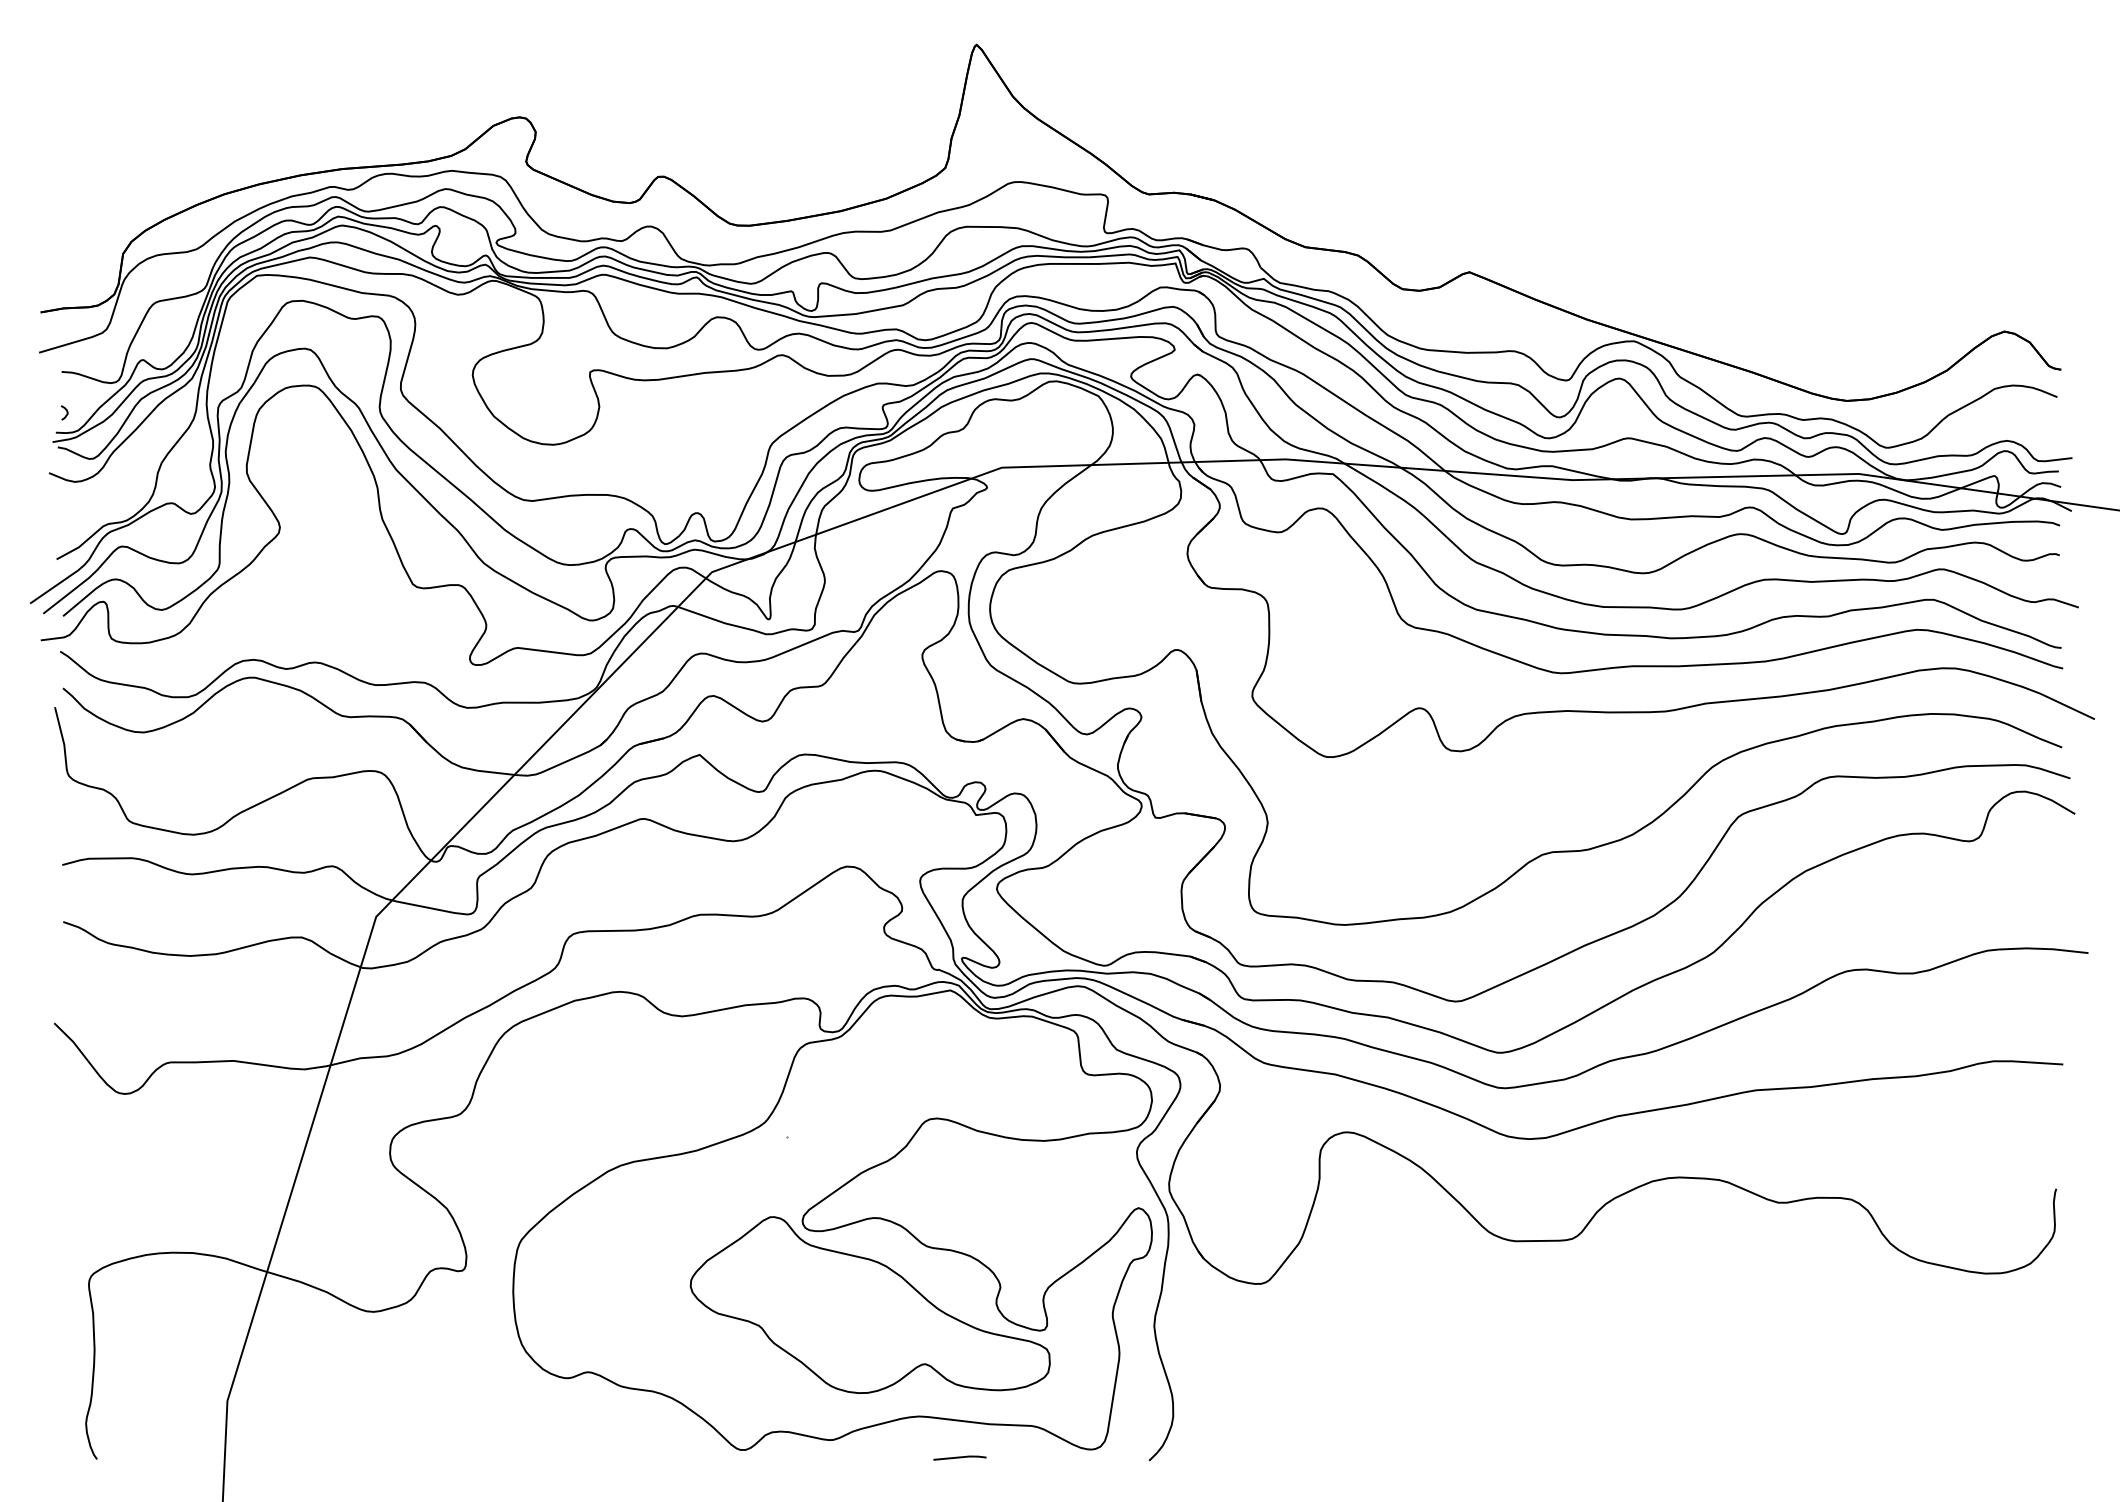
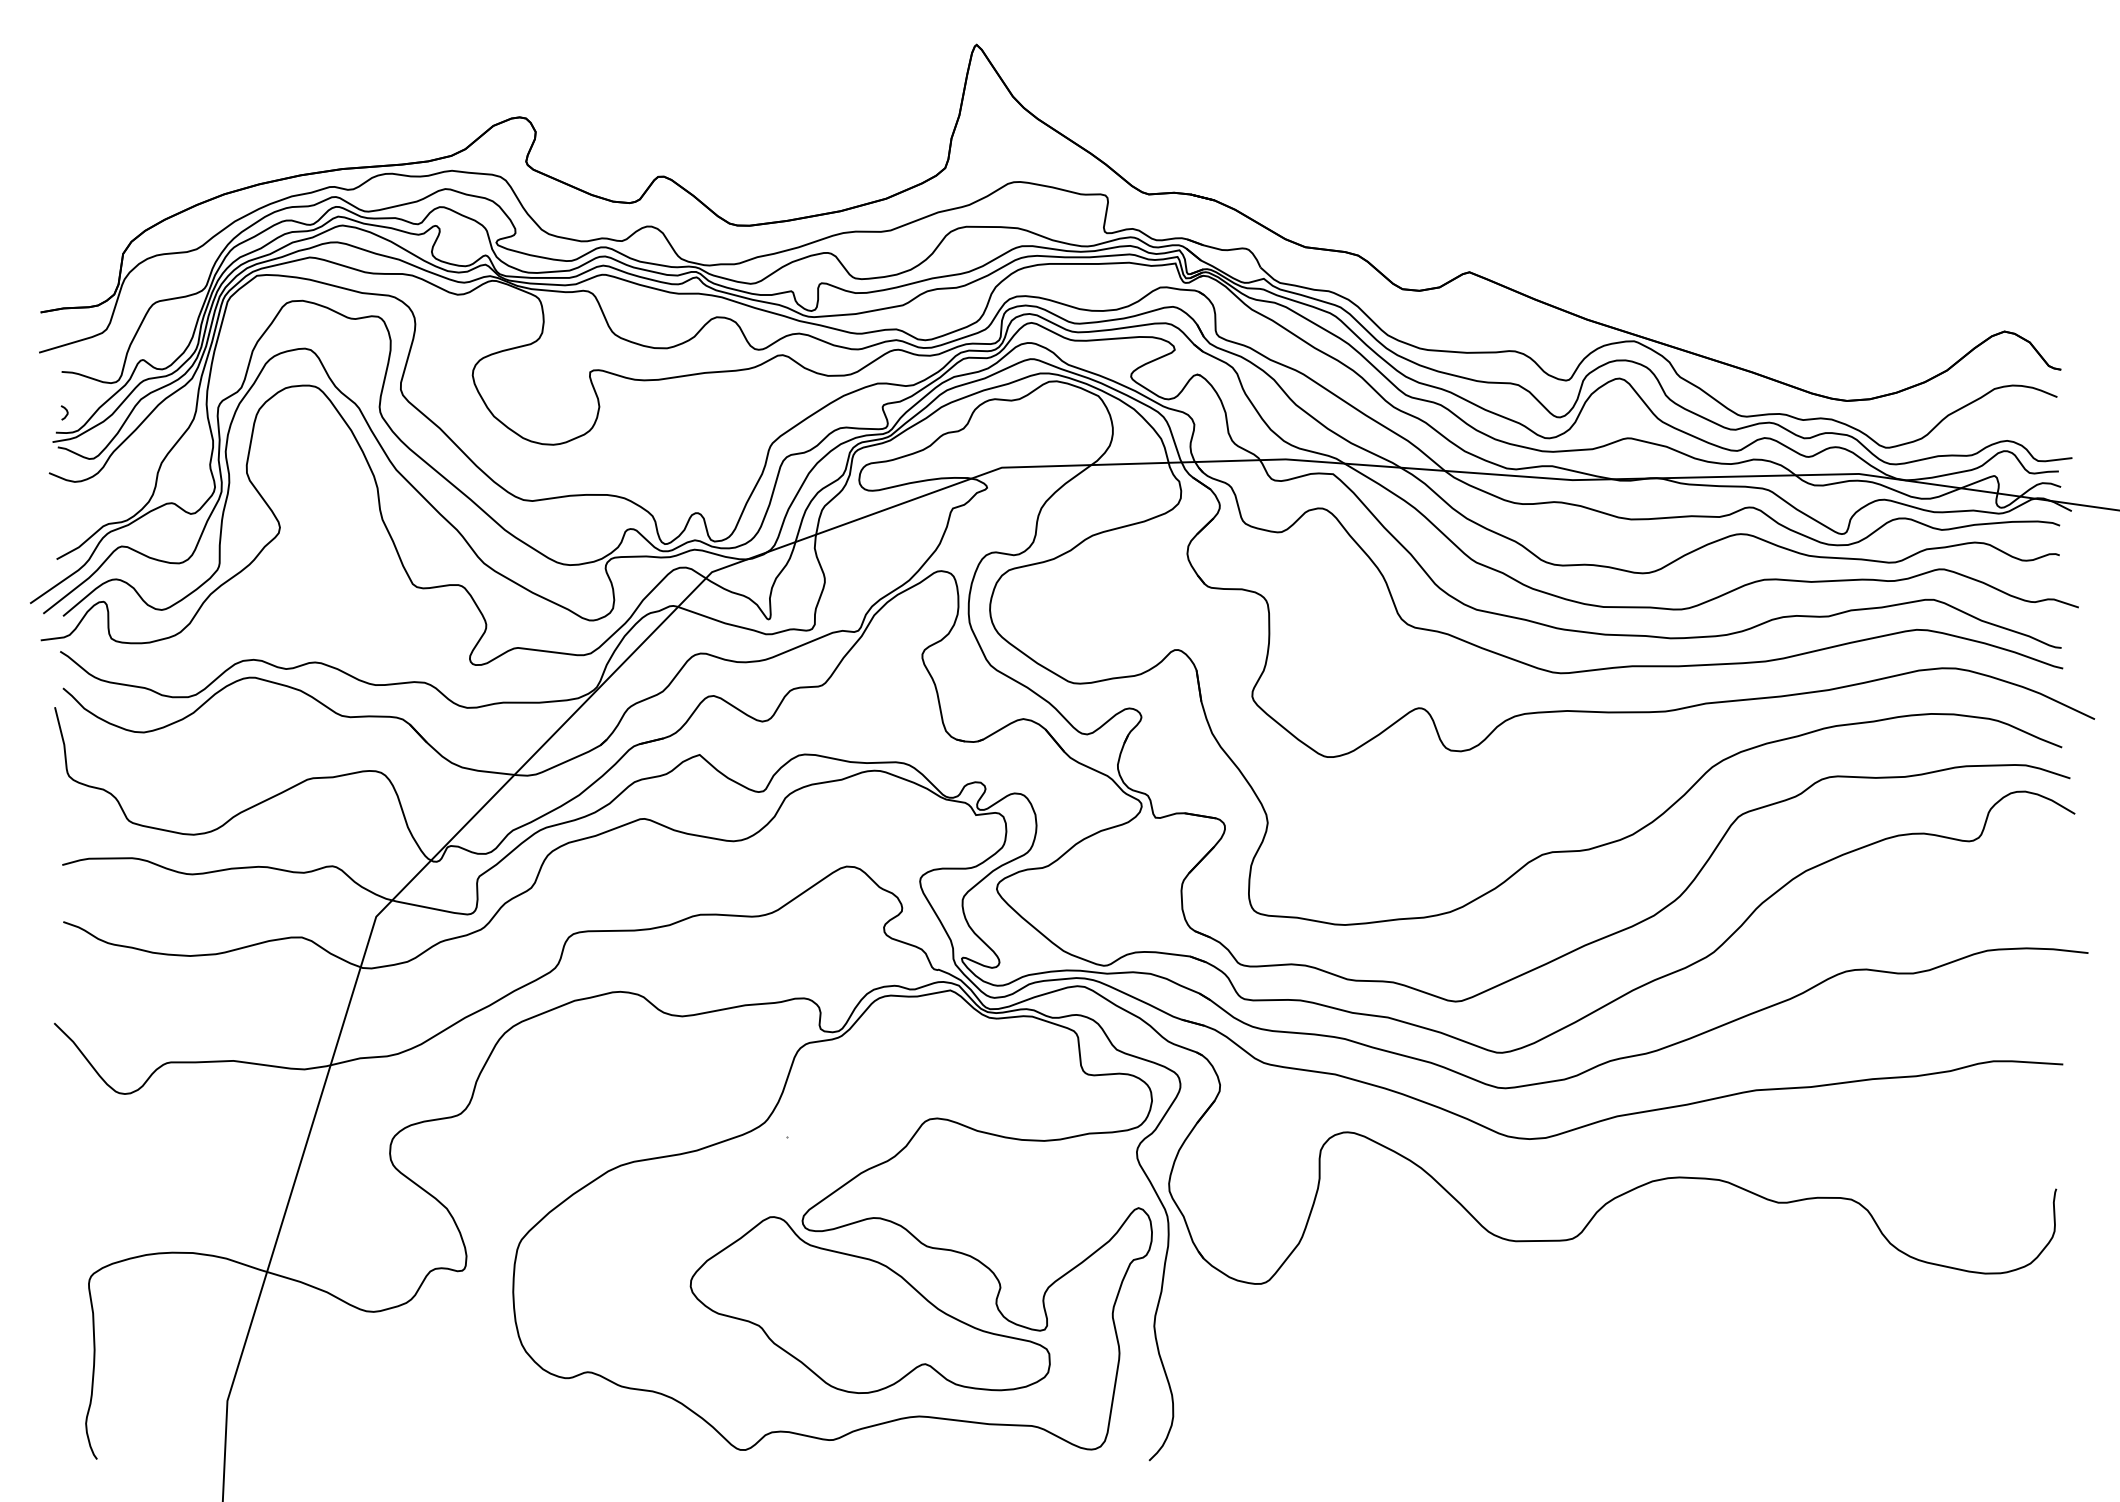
line at (959, 1457): present -> none
